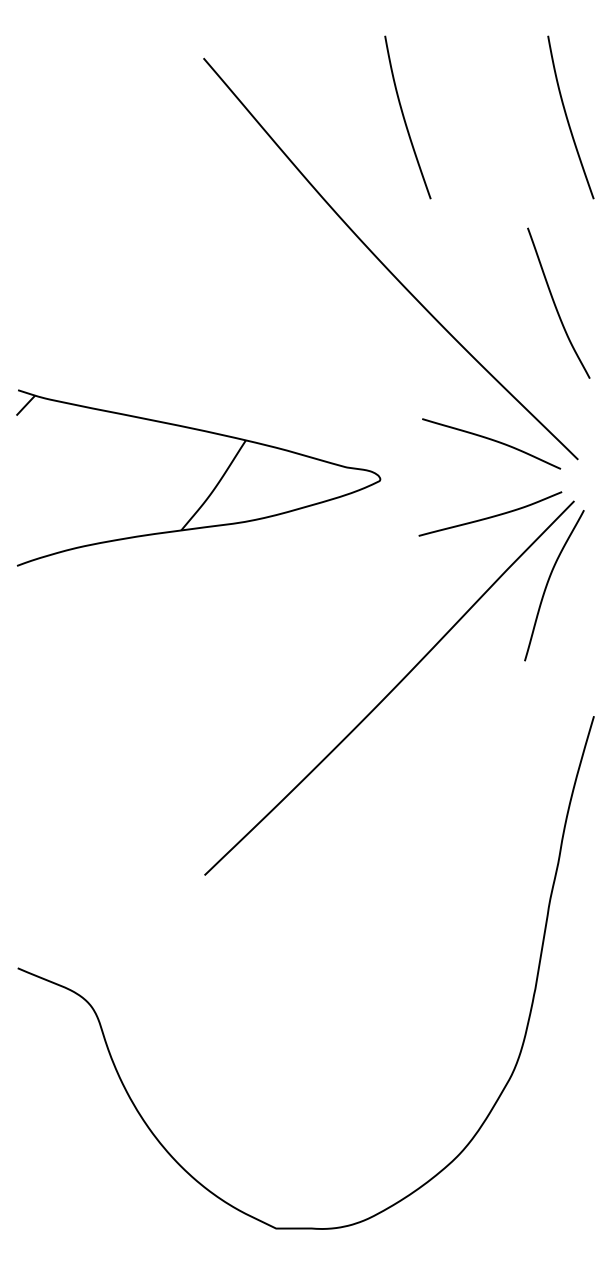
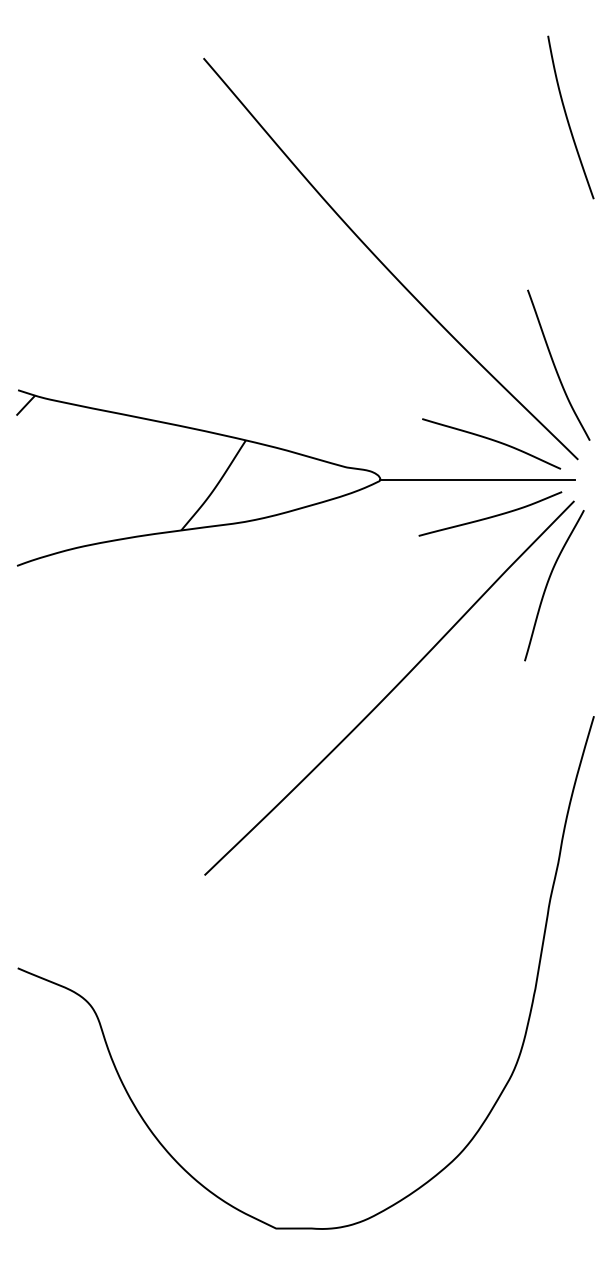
curve at (405, 119): present -> none
curve at (555, 303) position: (555, 303) -> (555, 365)
line at (477, 480): none -> present
